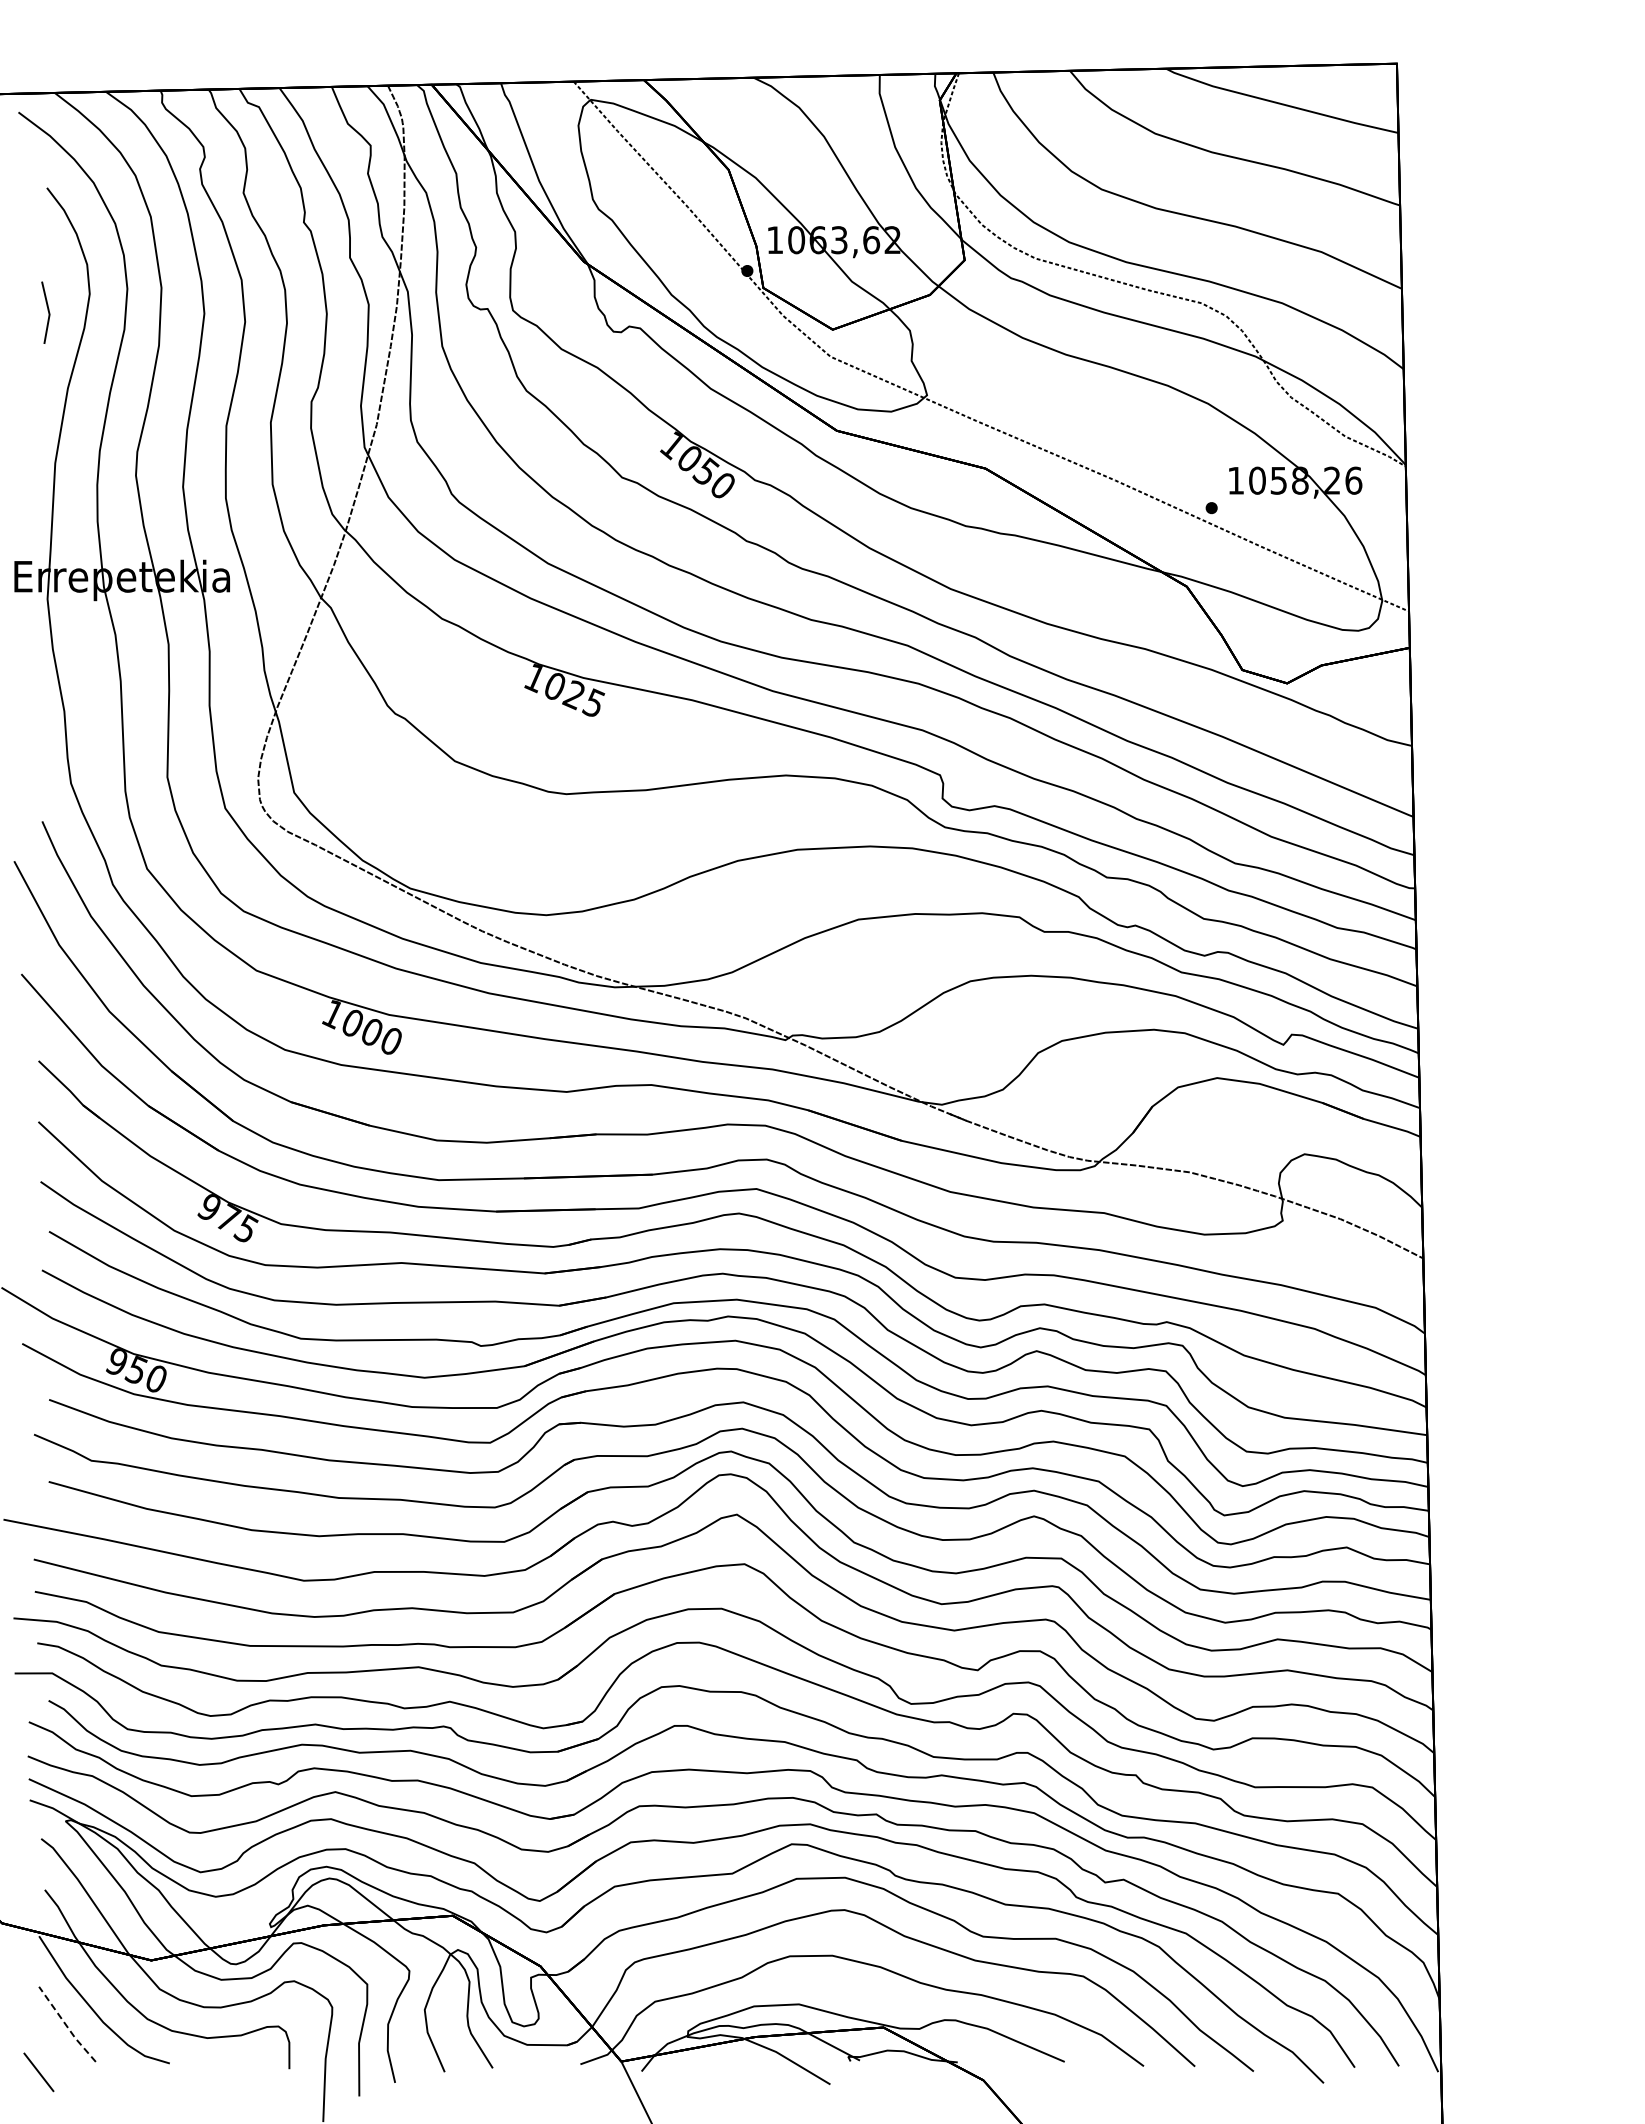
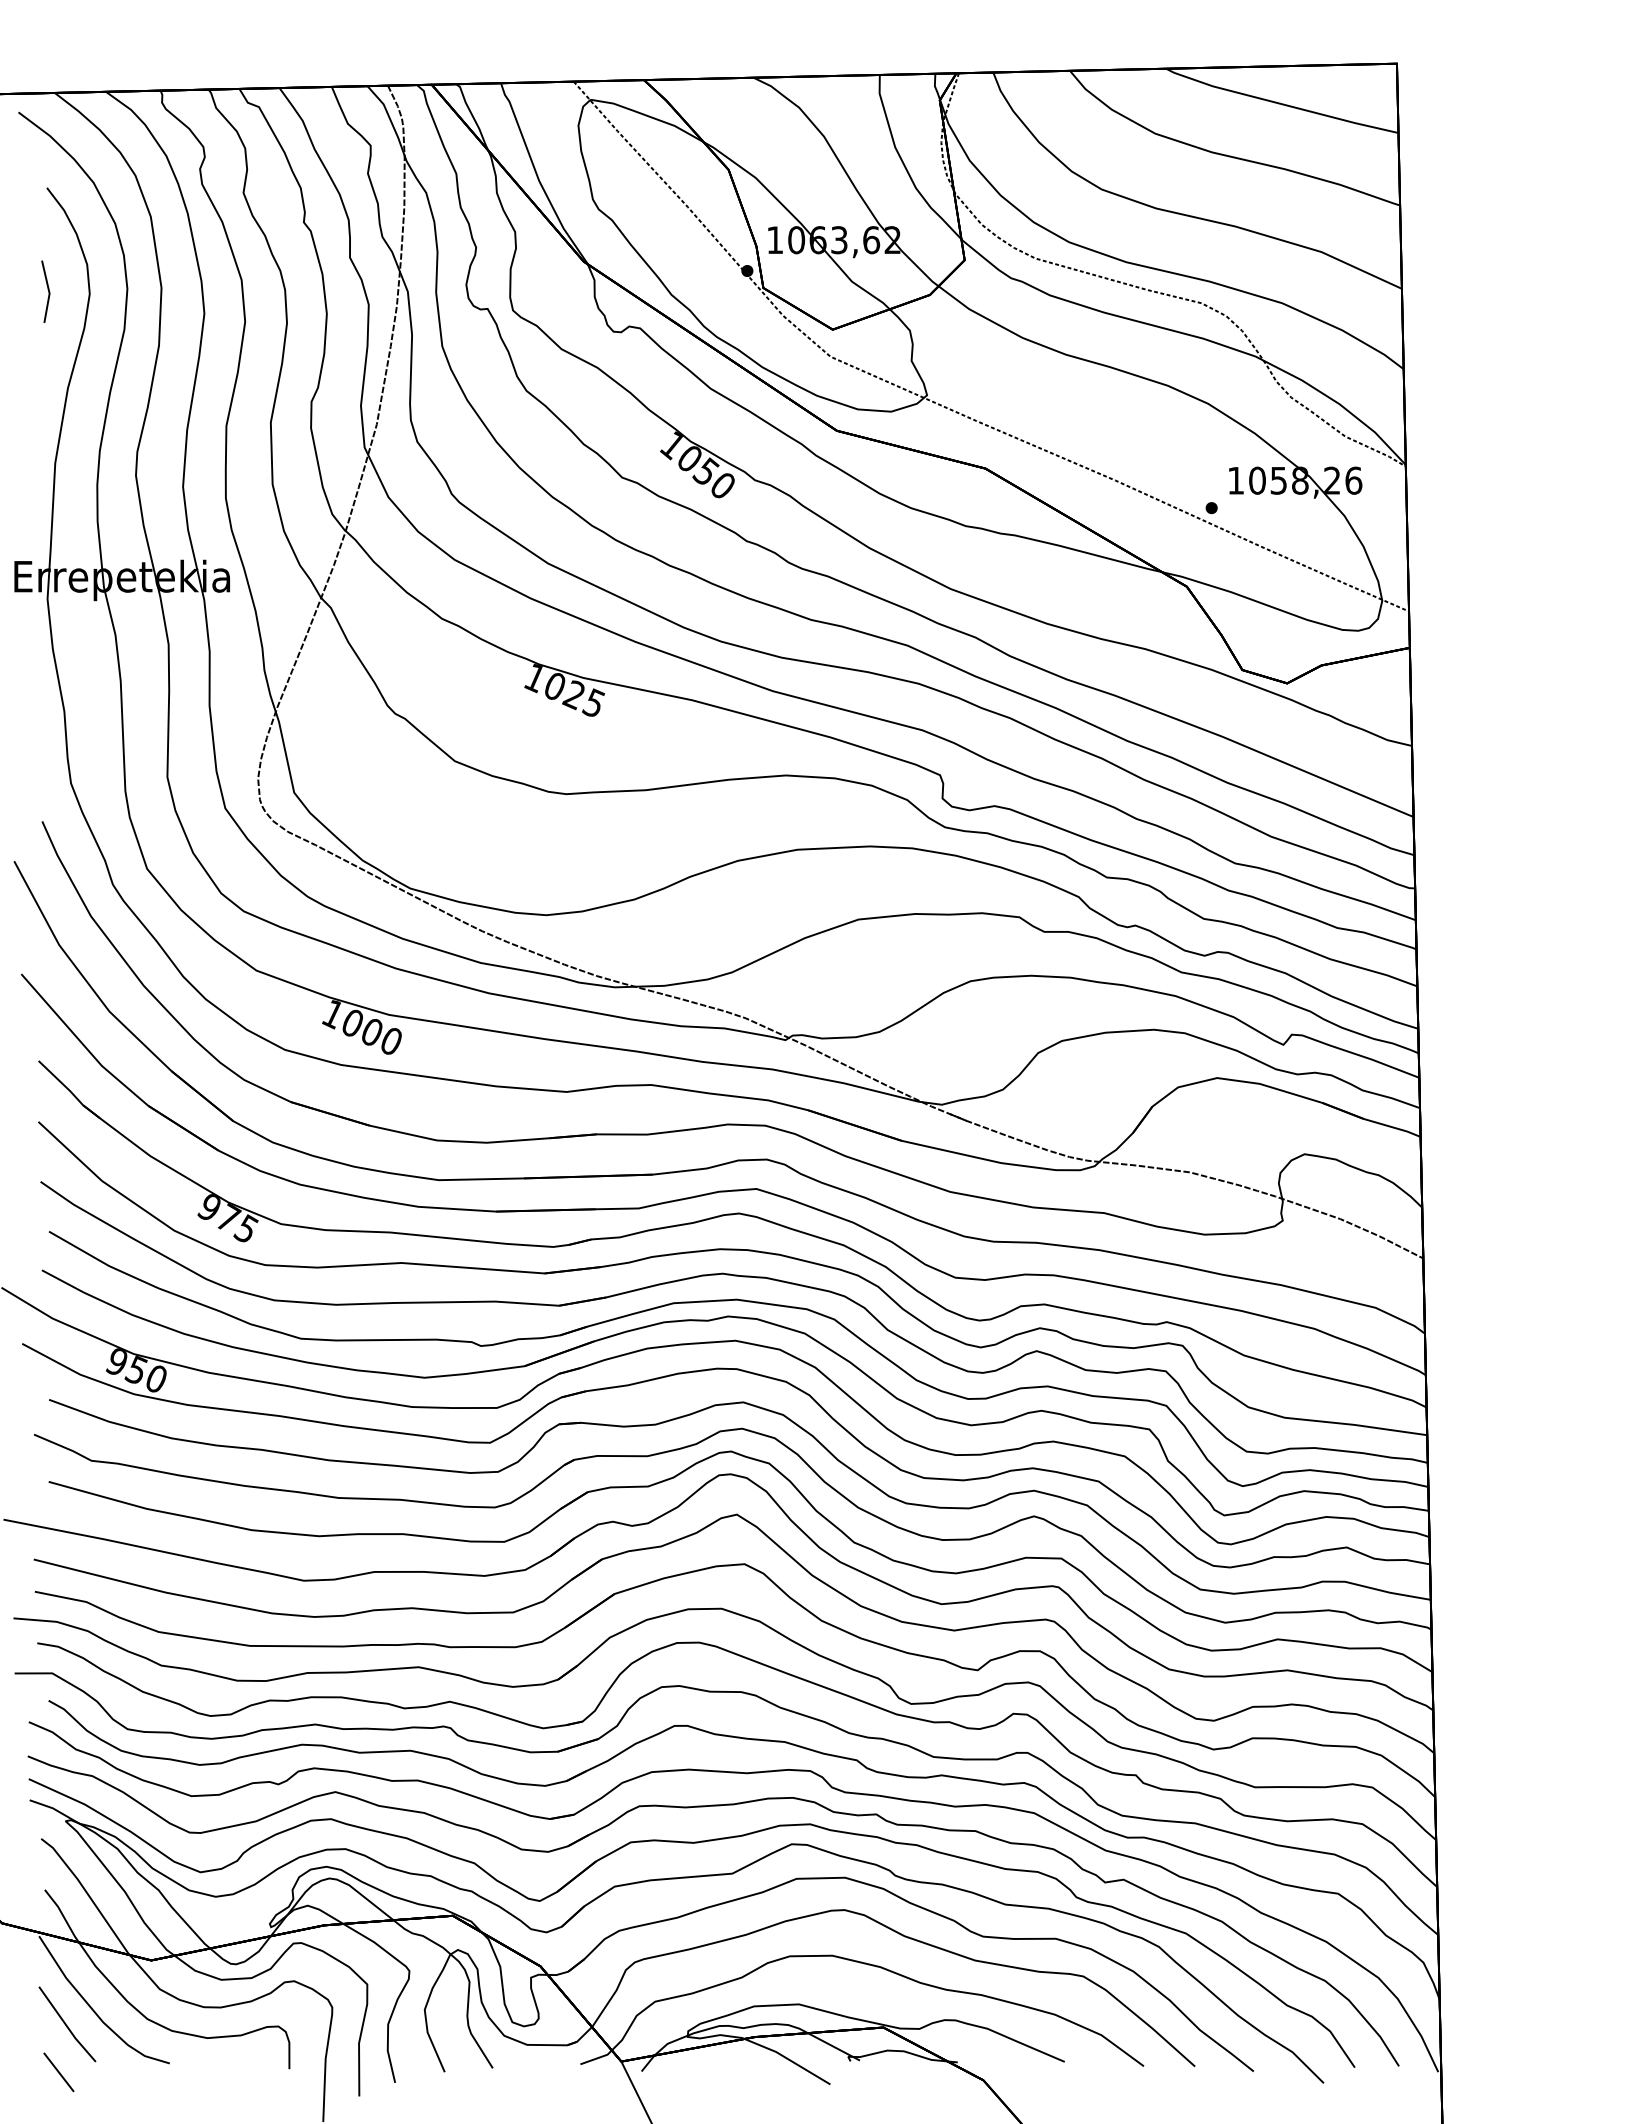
line at (47, 310) position: (47, 310) -> (47, 289)
line at (66, 2025): dashed -> solid
line at (38, 2072) position: (38, 2072) -> (58, 2072)
